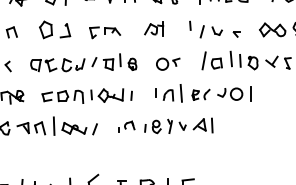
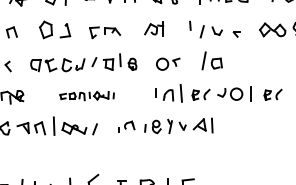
part at (260, 60): present -> none
part at (272, 94): none -> present
part at (86, 95) size: 92x16 px -> 56x11 px
